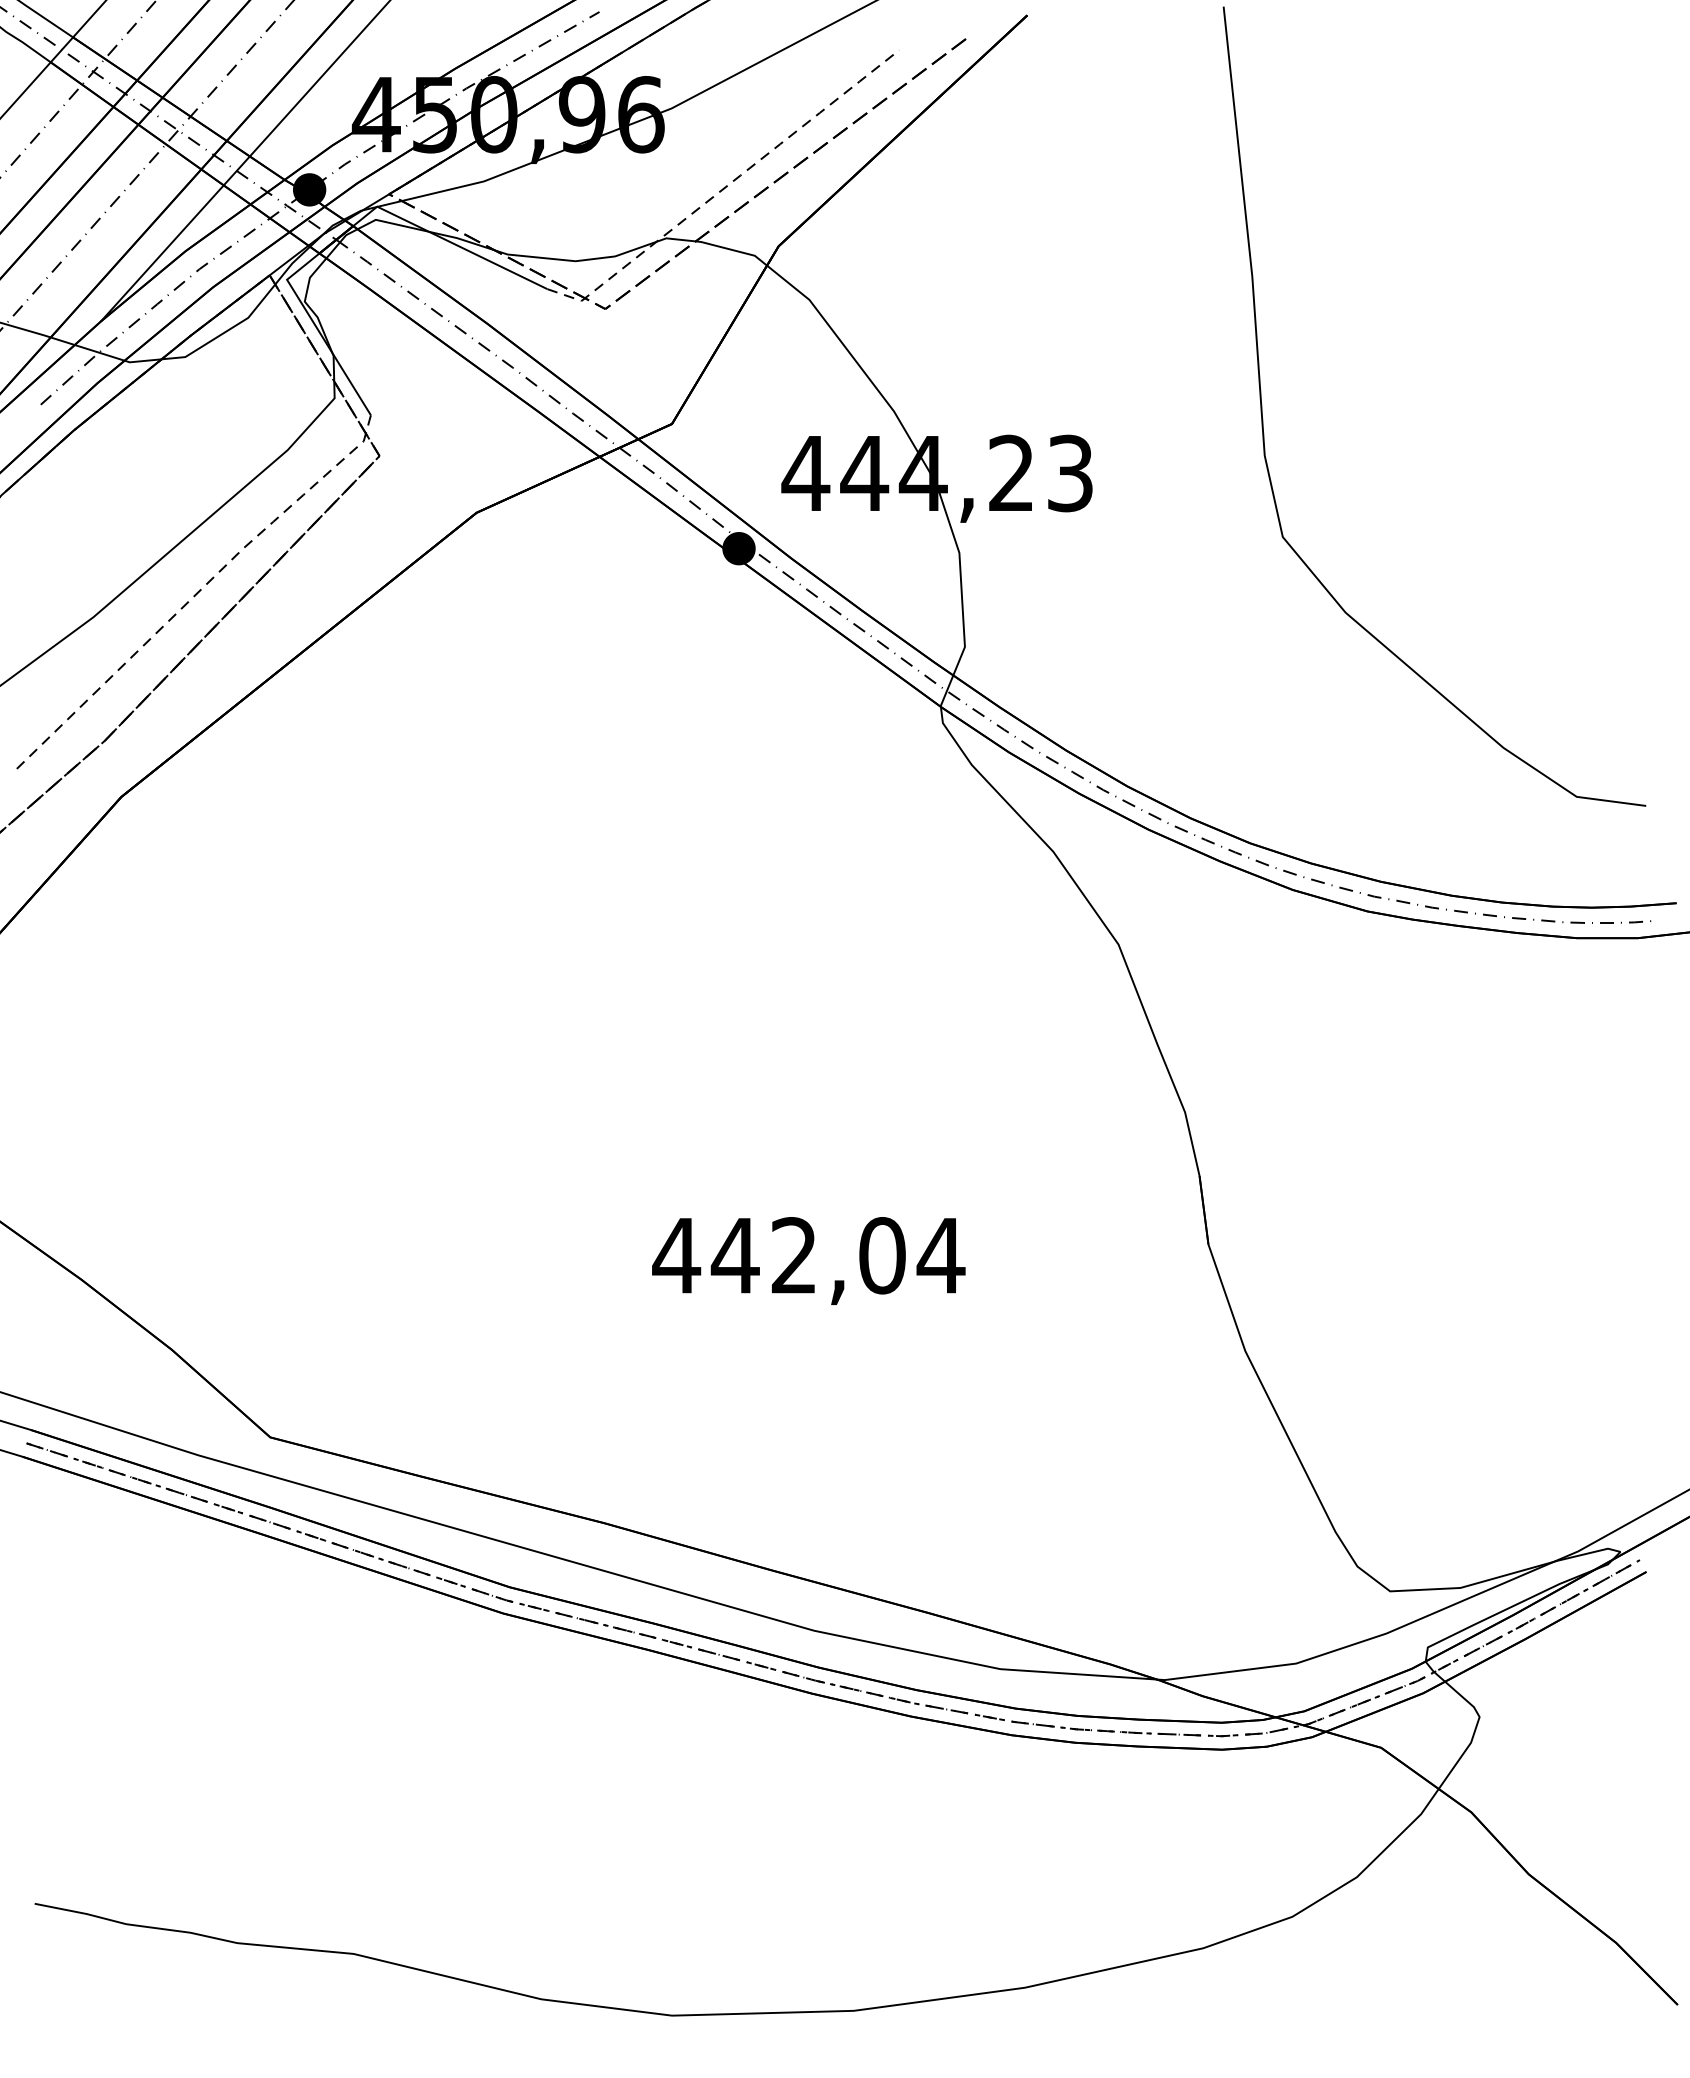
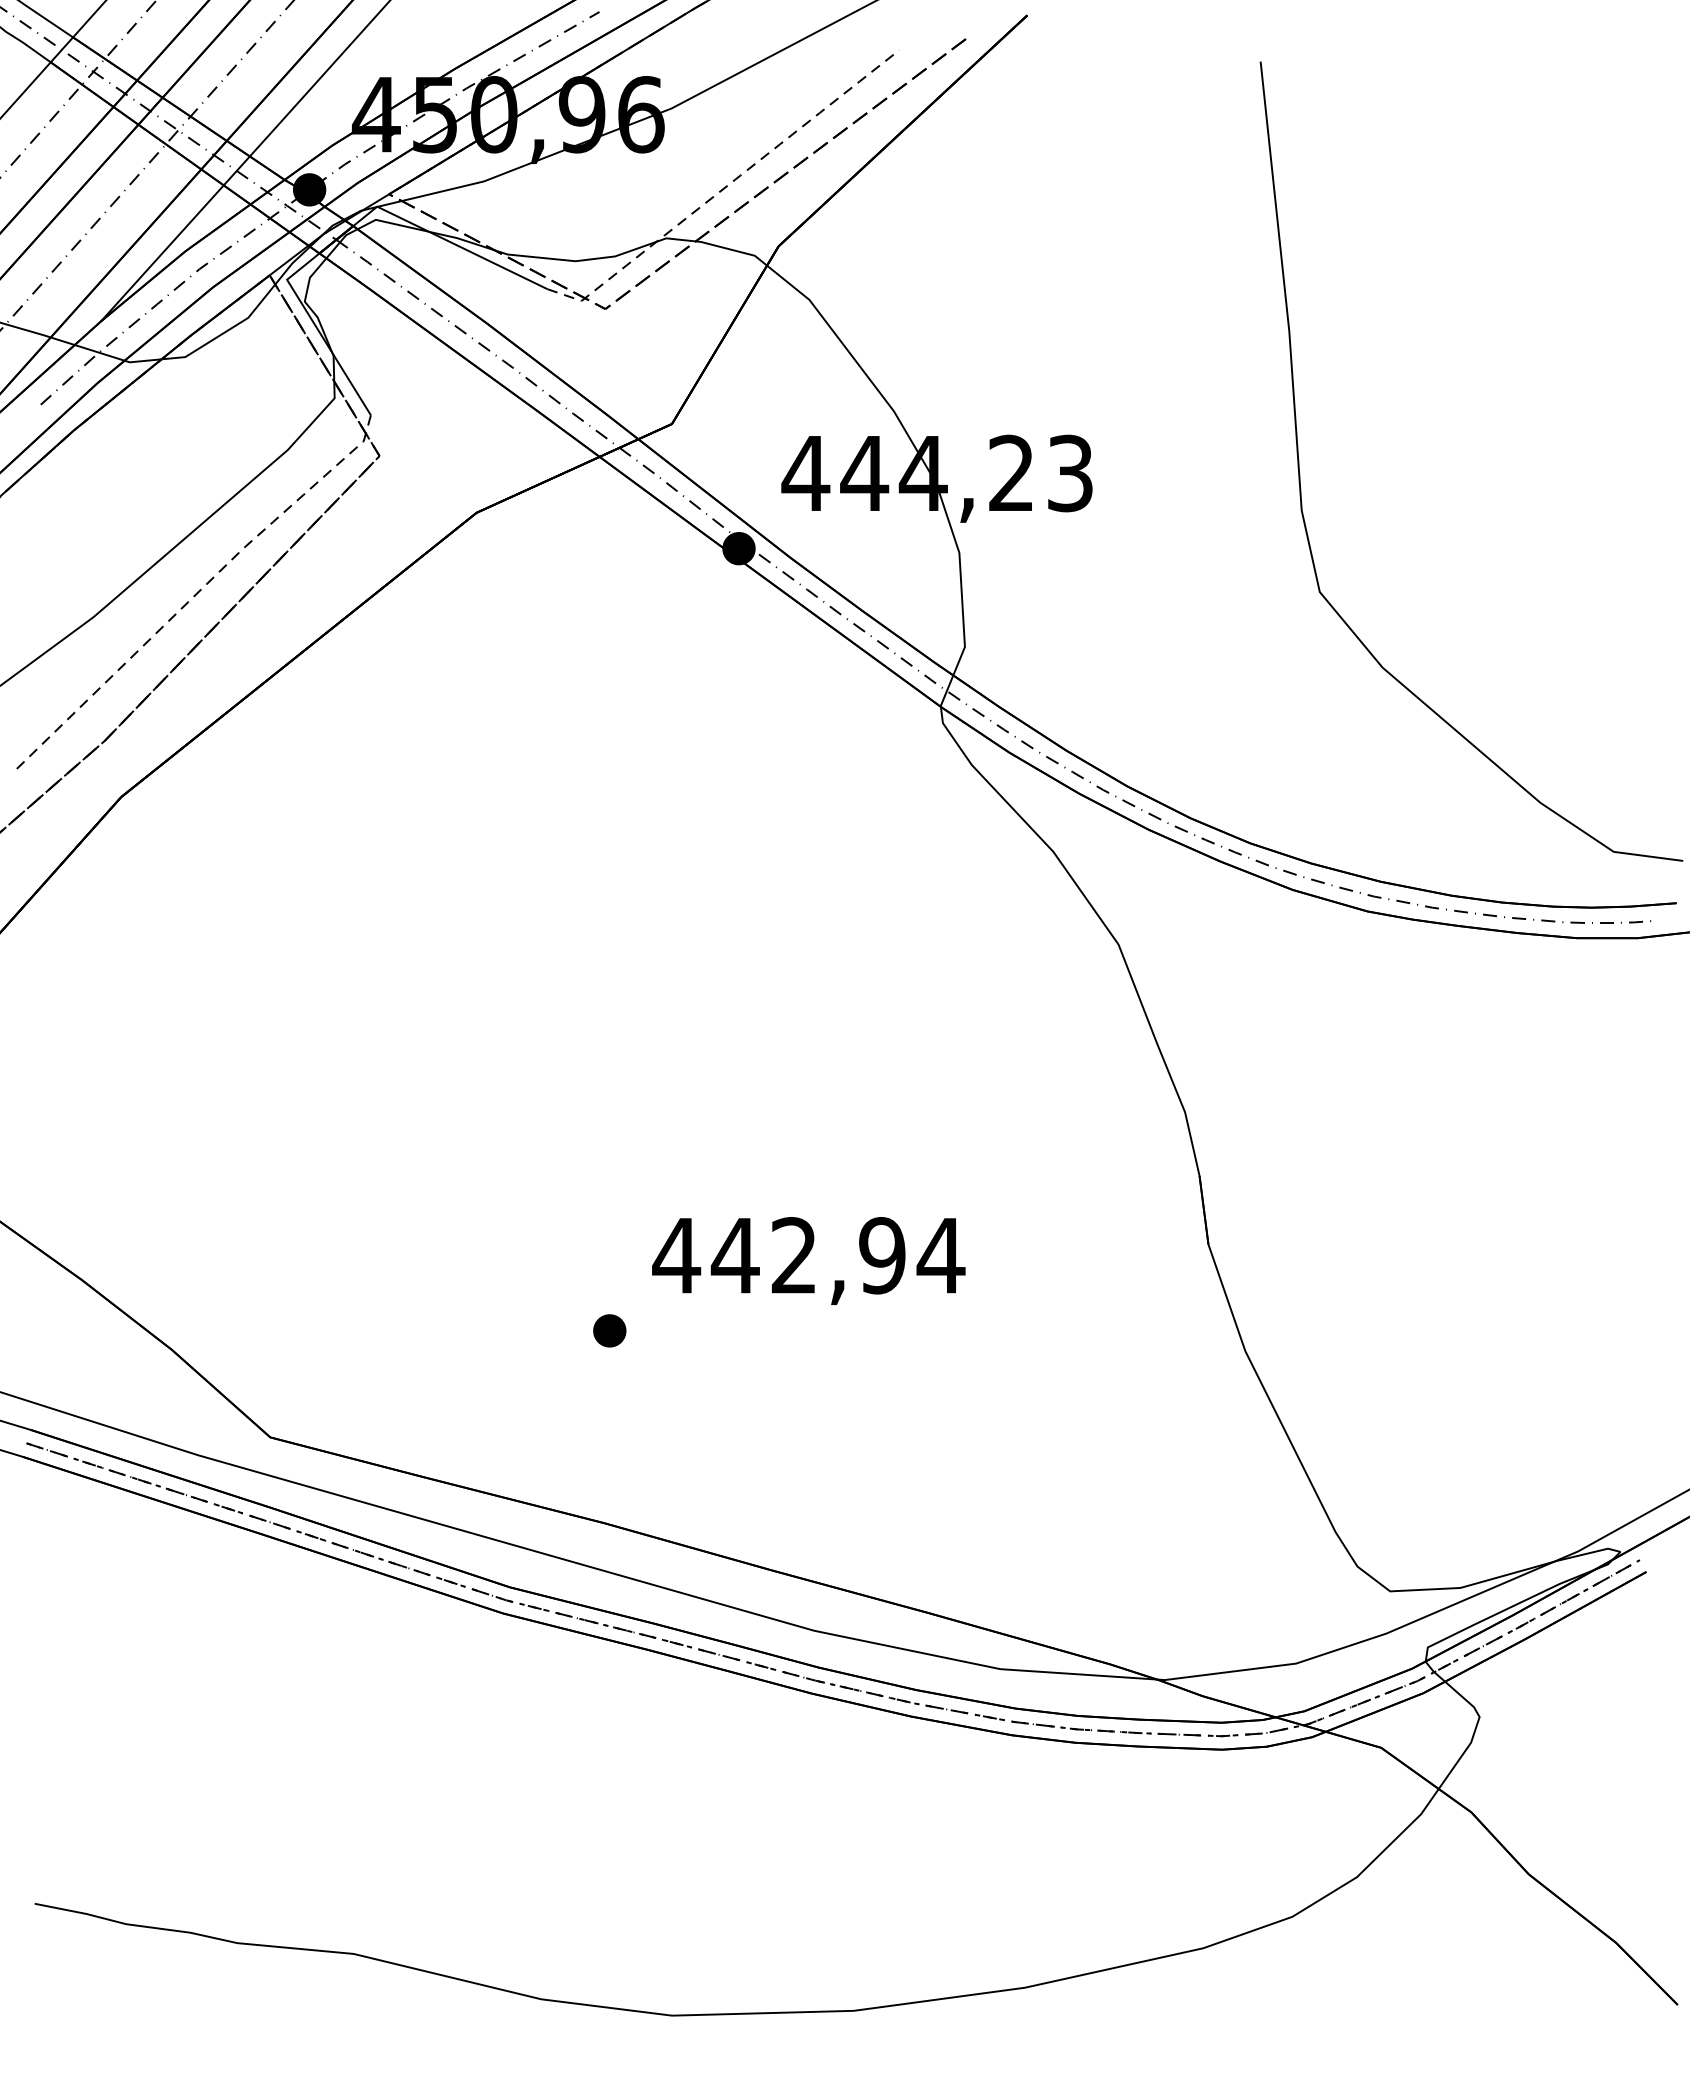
curve at (1263, 418) position: (1263, 418) -> (1300, 473)
text at (882, 1255): 442,04 -> 442,94
part at (609, 1330): none -> present
